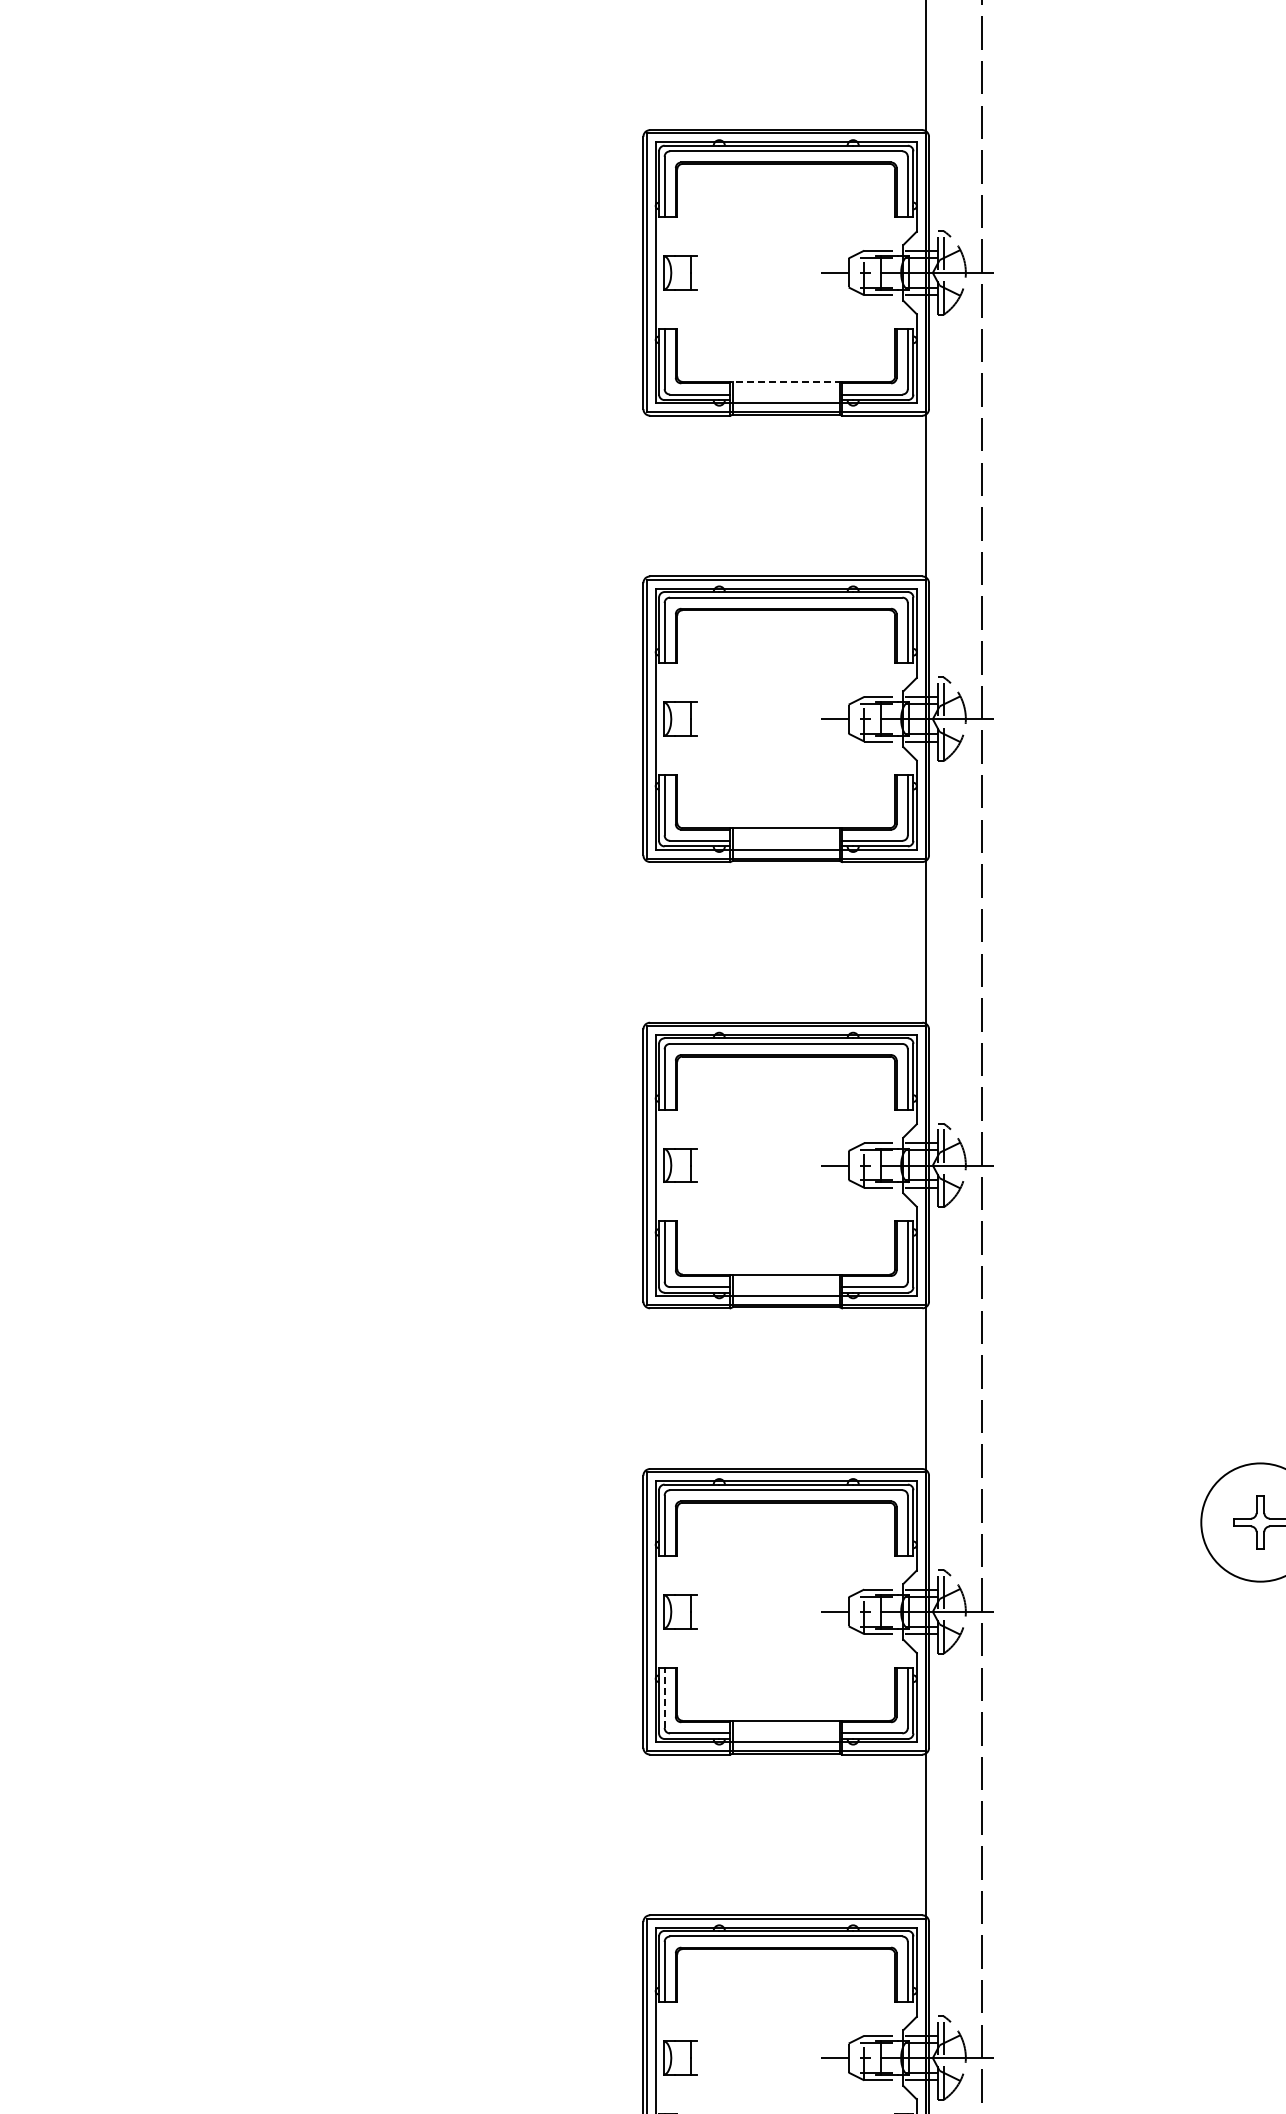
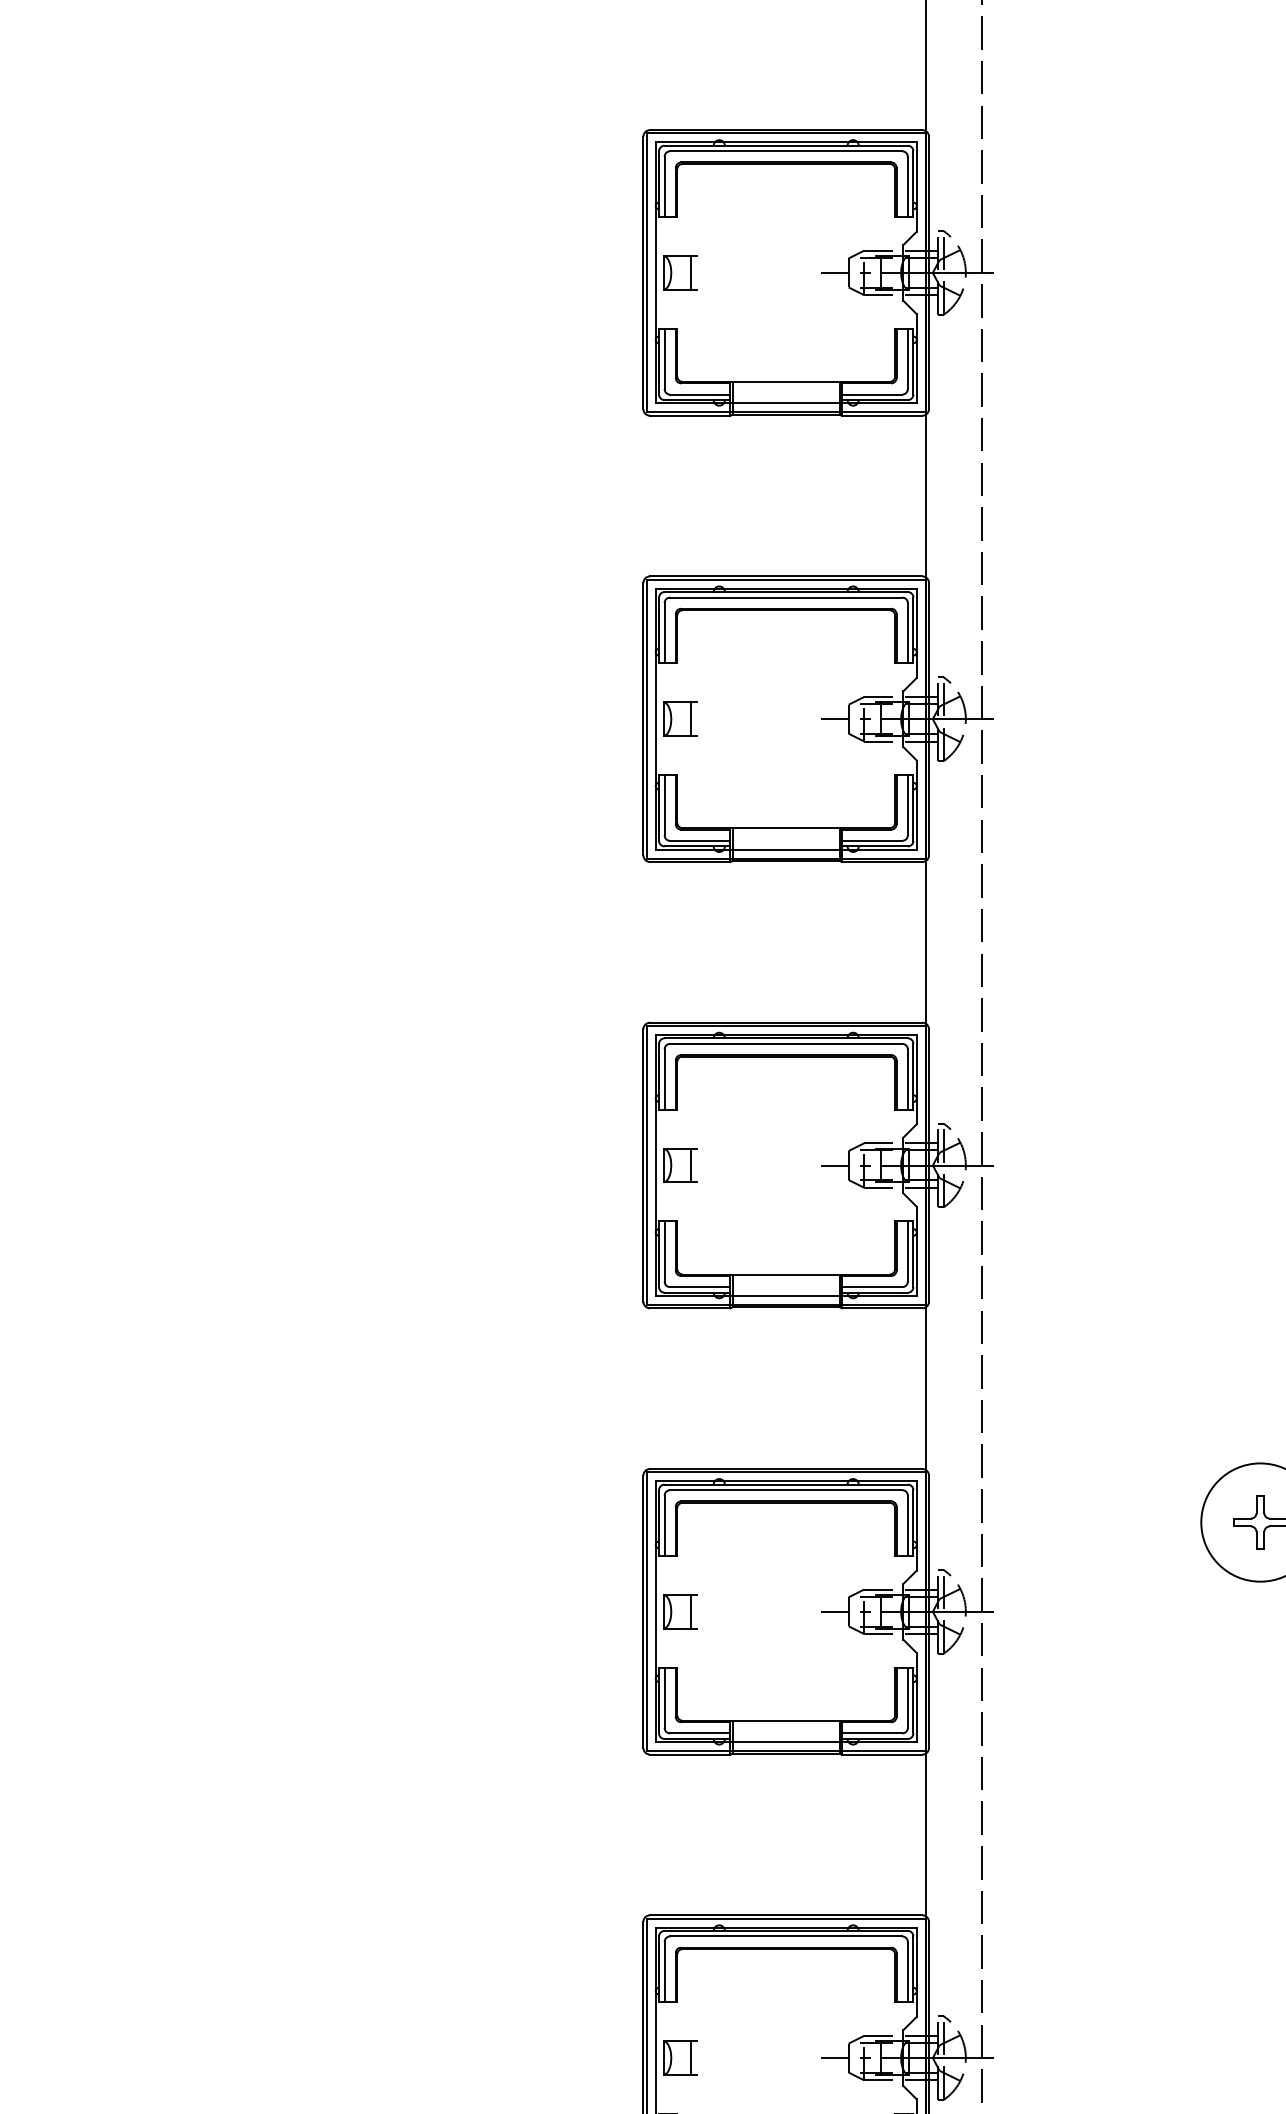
line at (786, 381): dashed -> solid
line at (664, 1697): dashed -> solid
